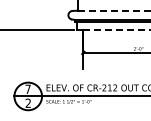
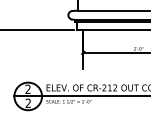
line at (114, 10): dashed -> solid
line at (117, 30): dashed -> solid
text at (27, 88): 7 -> 2
